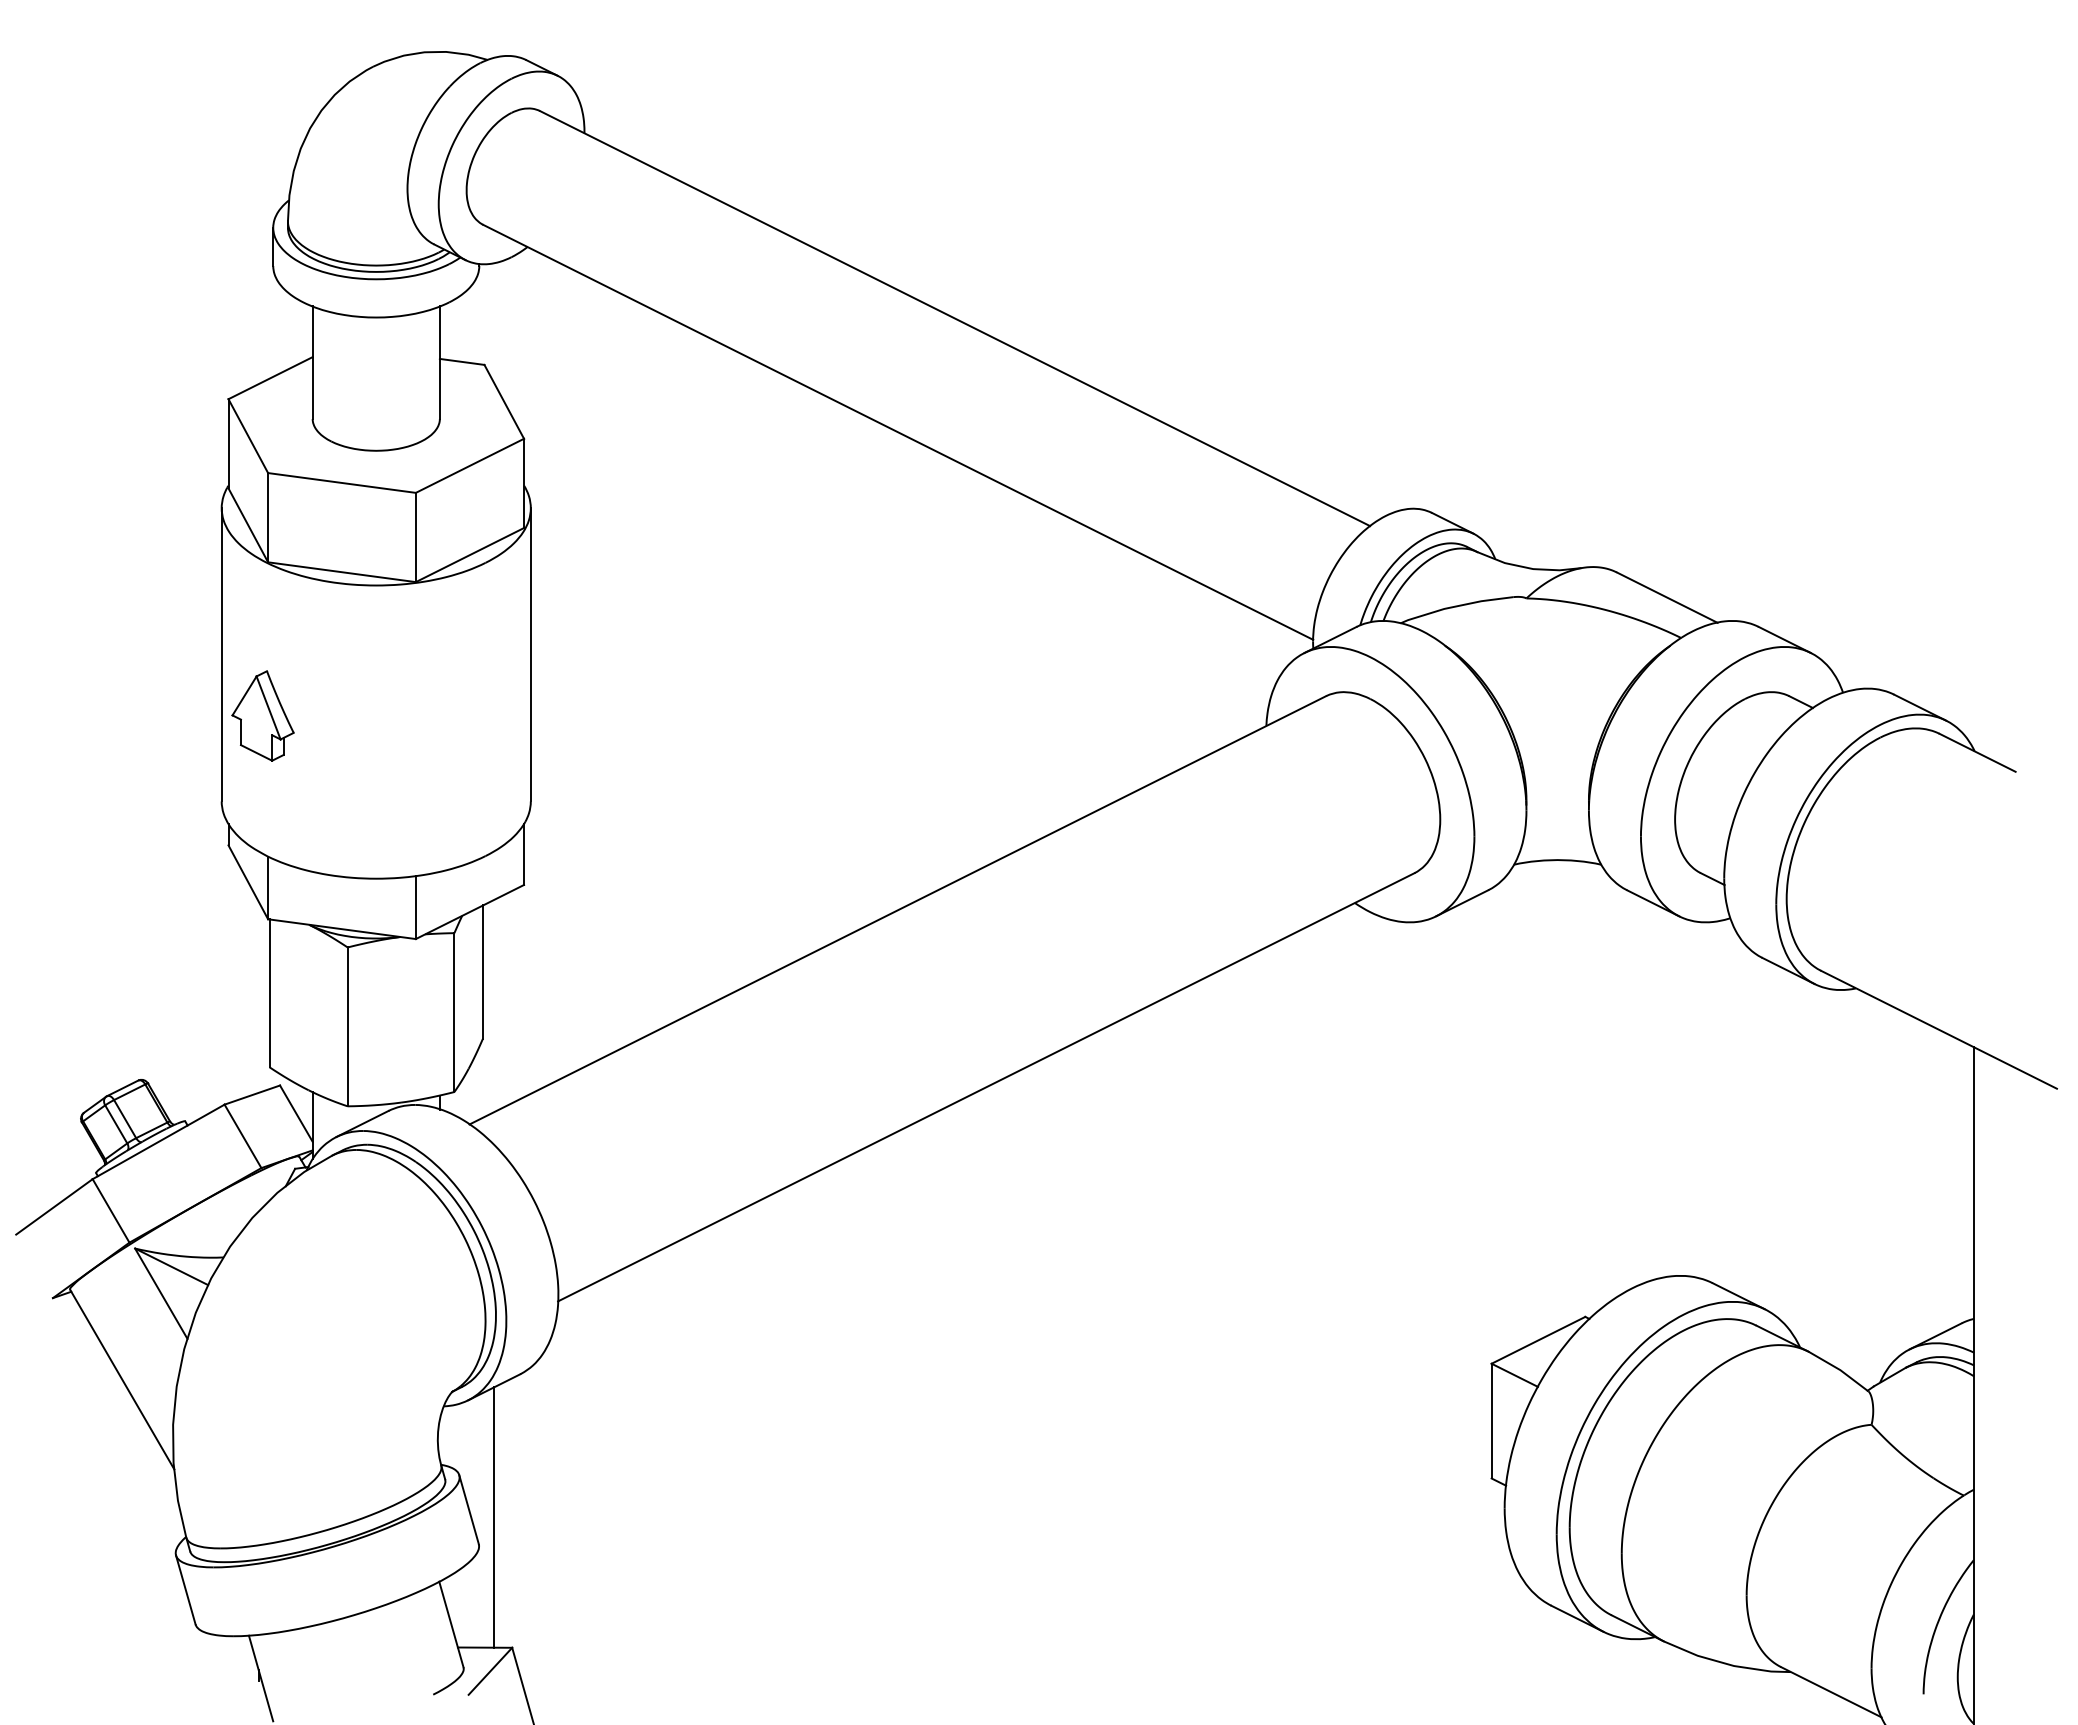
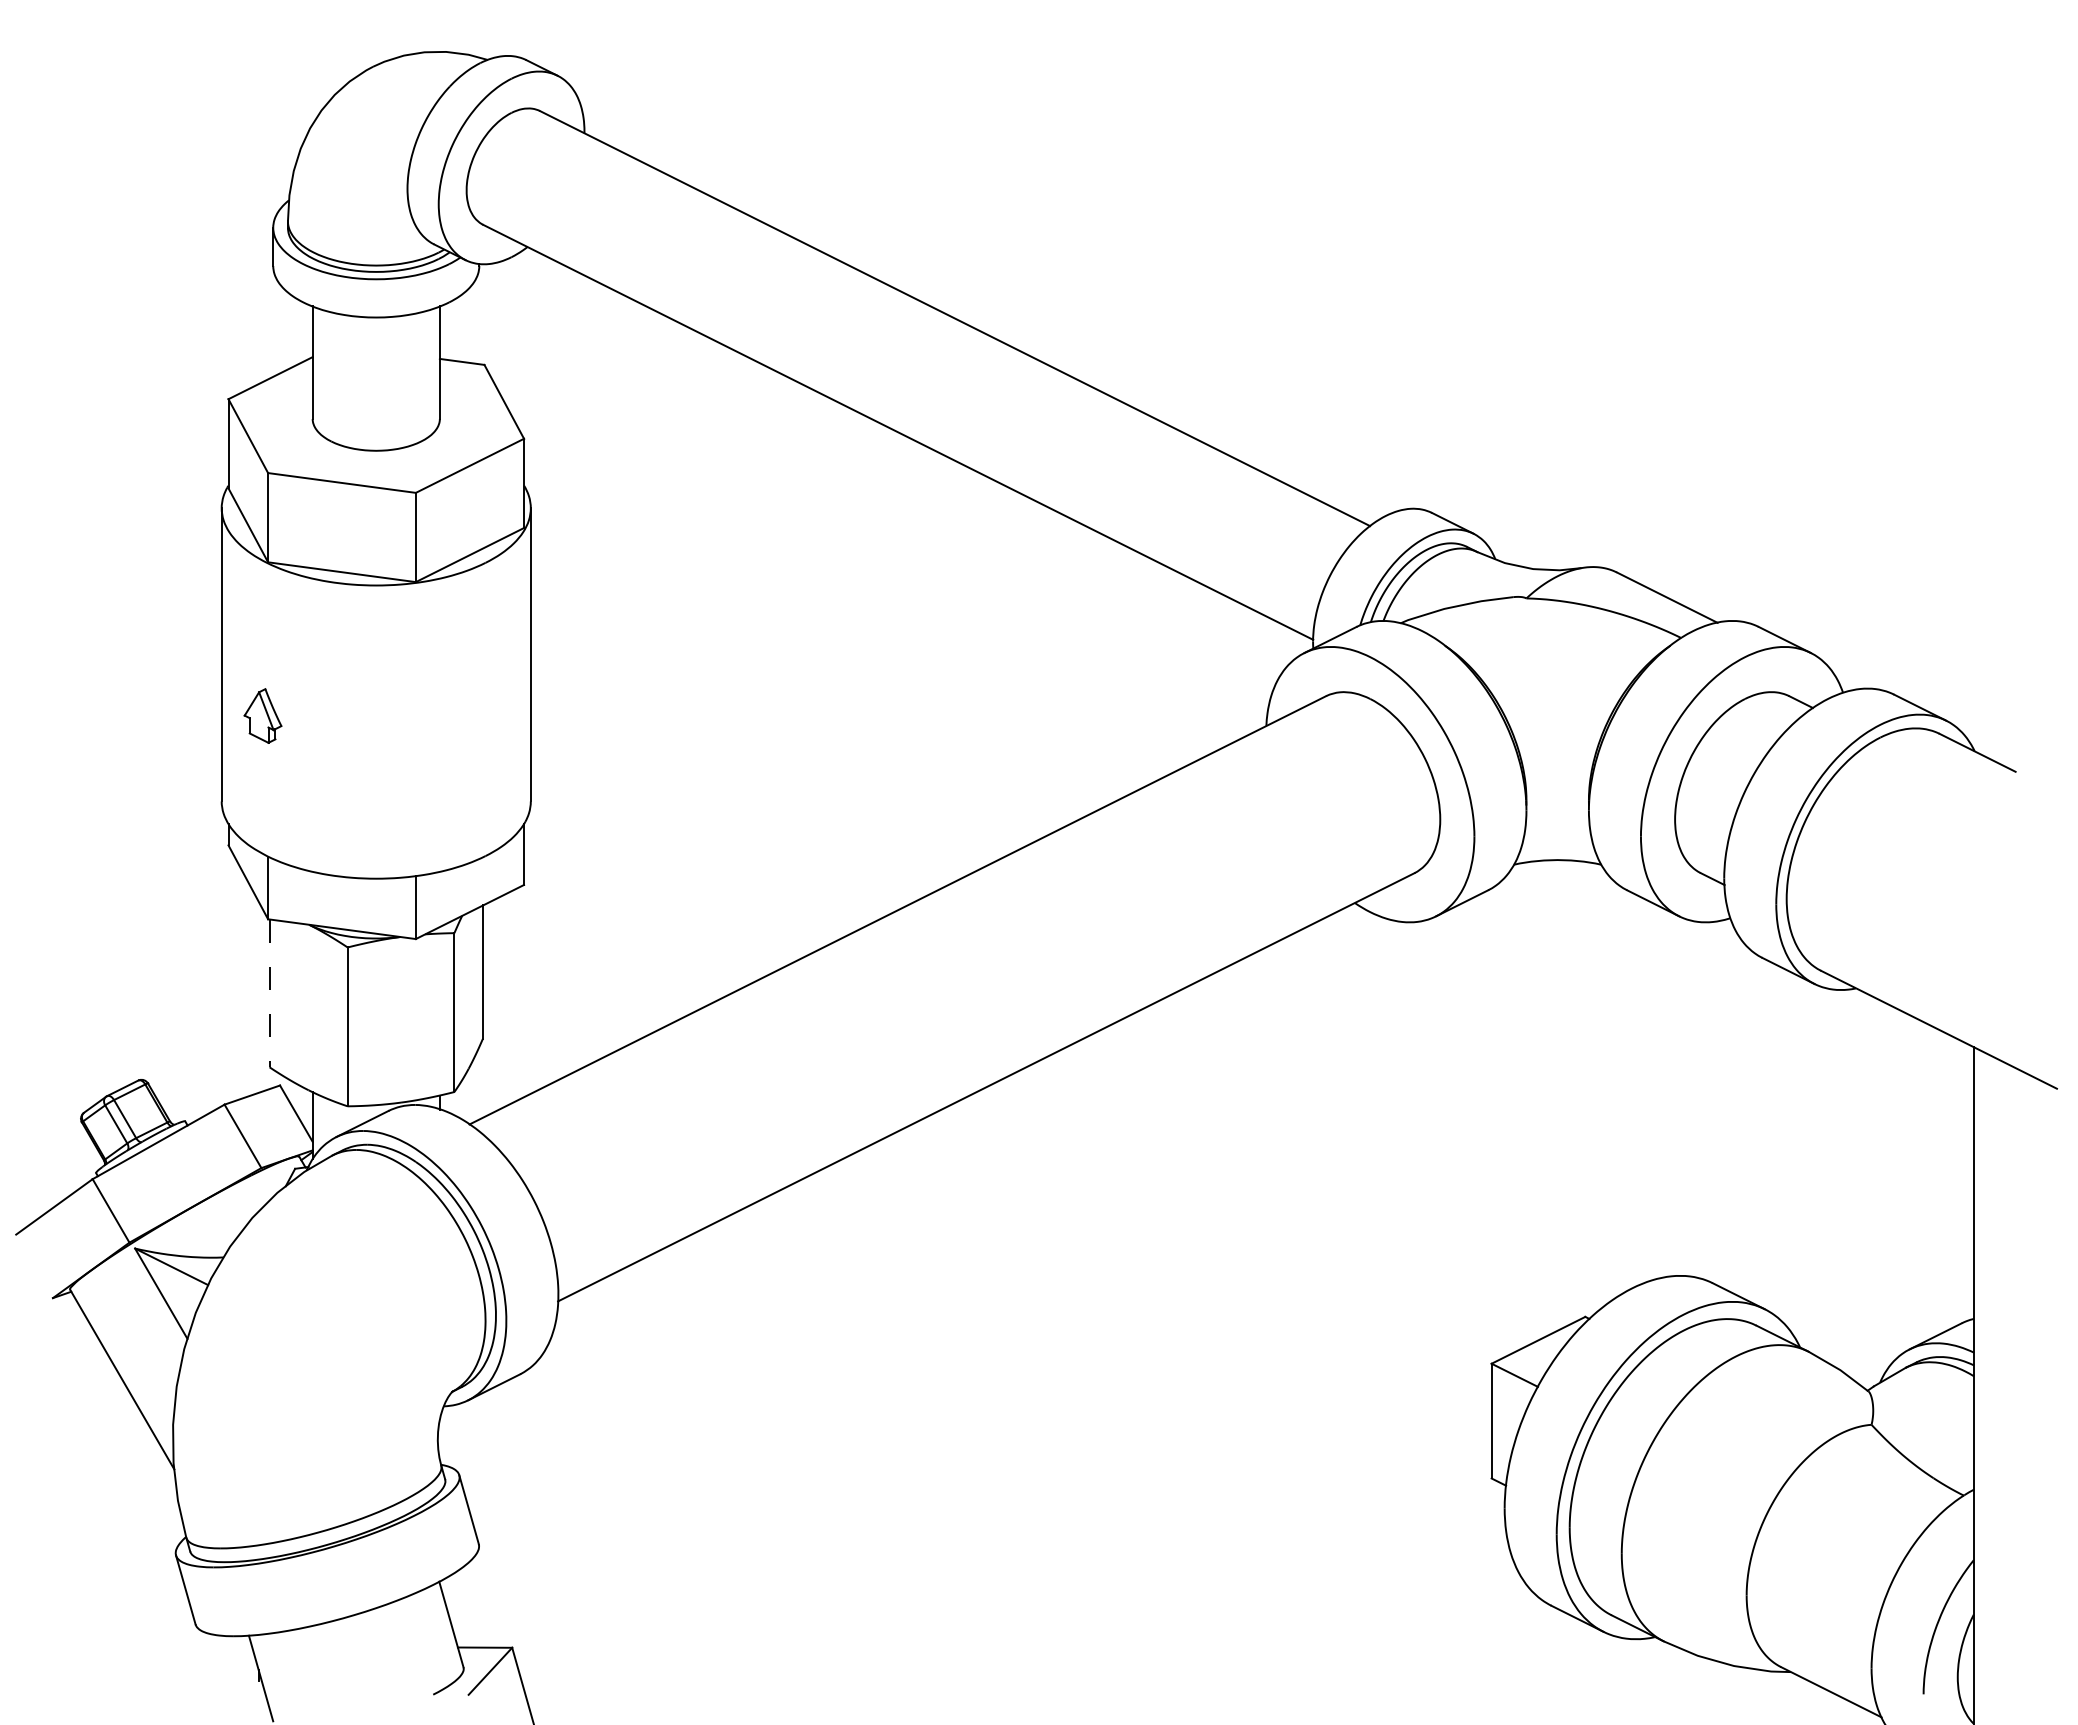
part at (262, 715) size: 64x92 px -> 40x56 px
line at (269, 993): solid -> dashed
line at (494, 1517): present -> none
